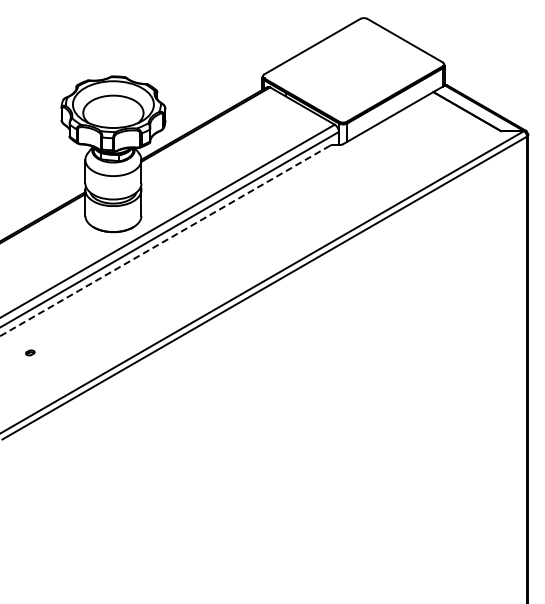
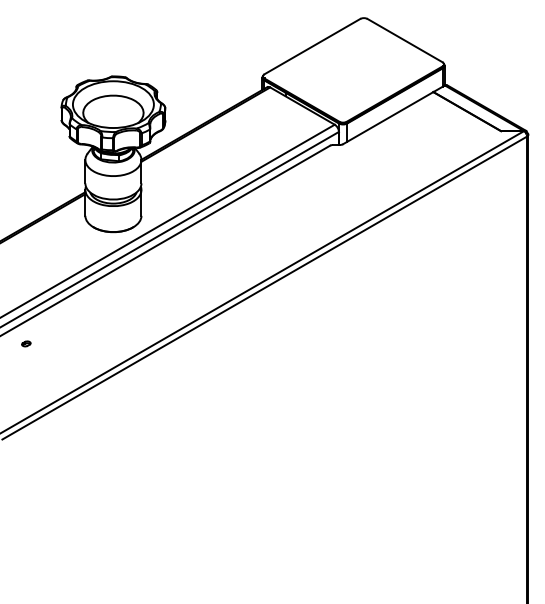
line at (165, 241): dashed -> solid
part at (30, 352) position: (30, 352) -> (26, 343)
